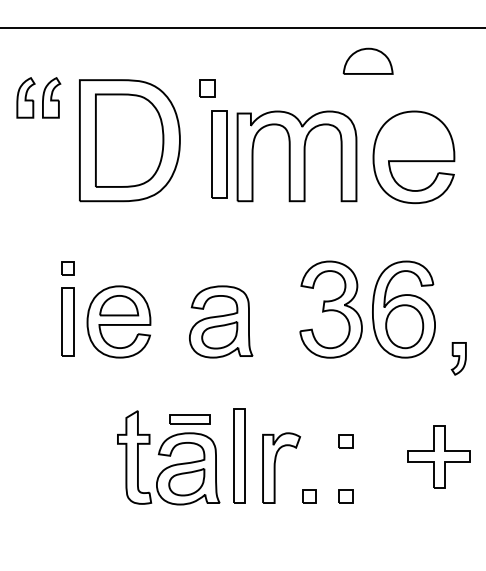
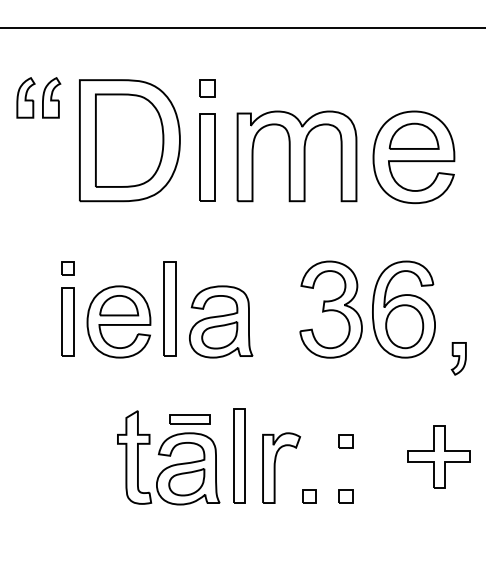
part at (367, 60) position: (367, 60) -> (413, 135)
part at (219, 154) position: (219, 154) -> (207, 157)
part at (169, 308): none -> present
